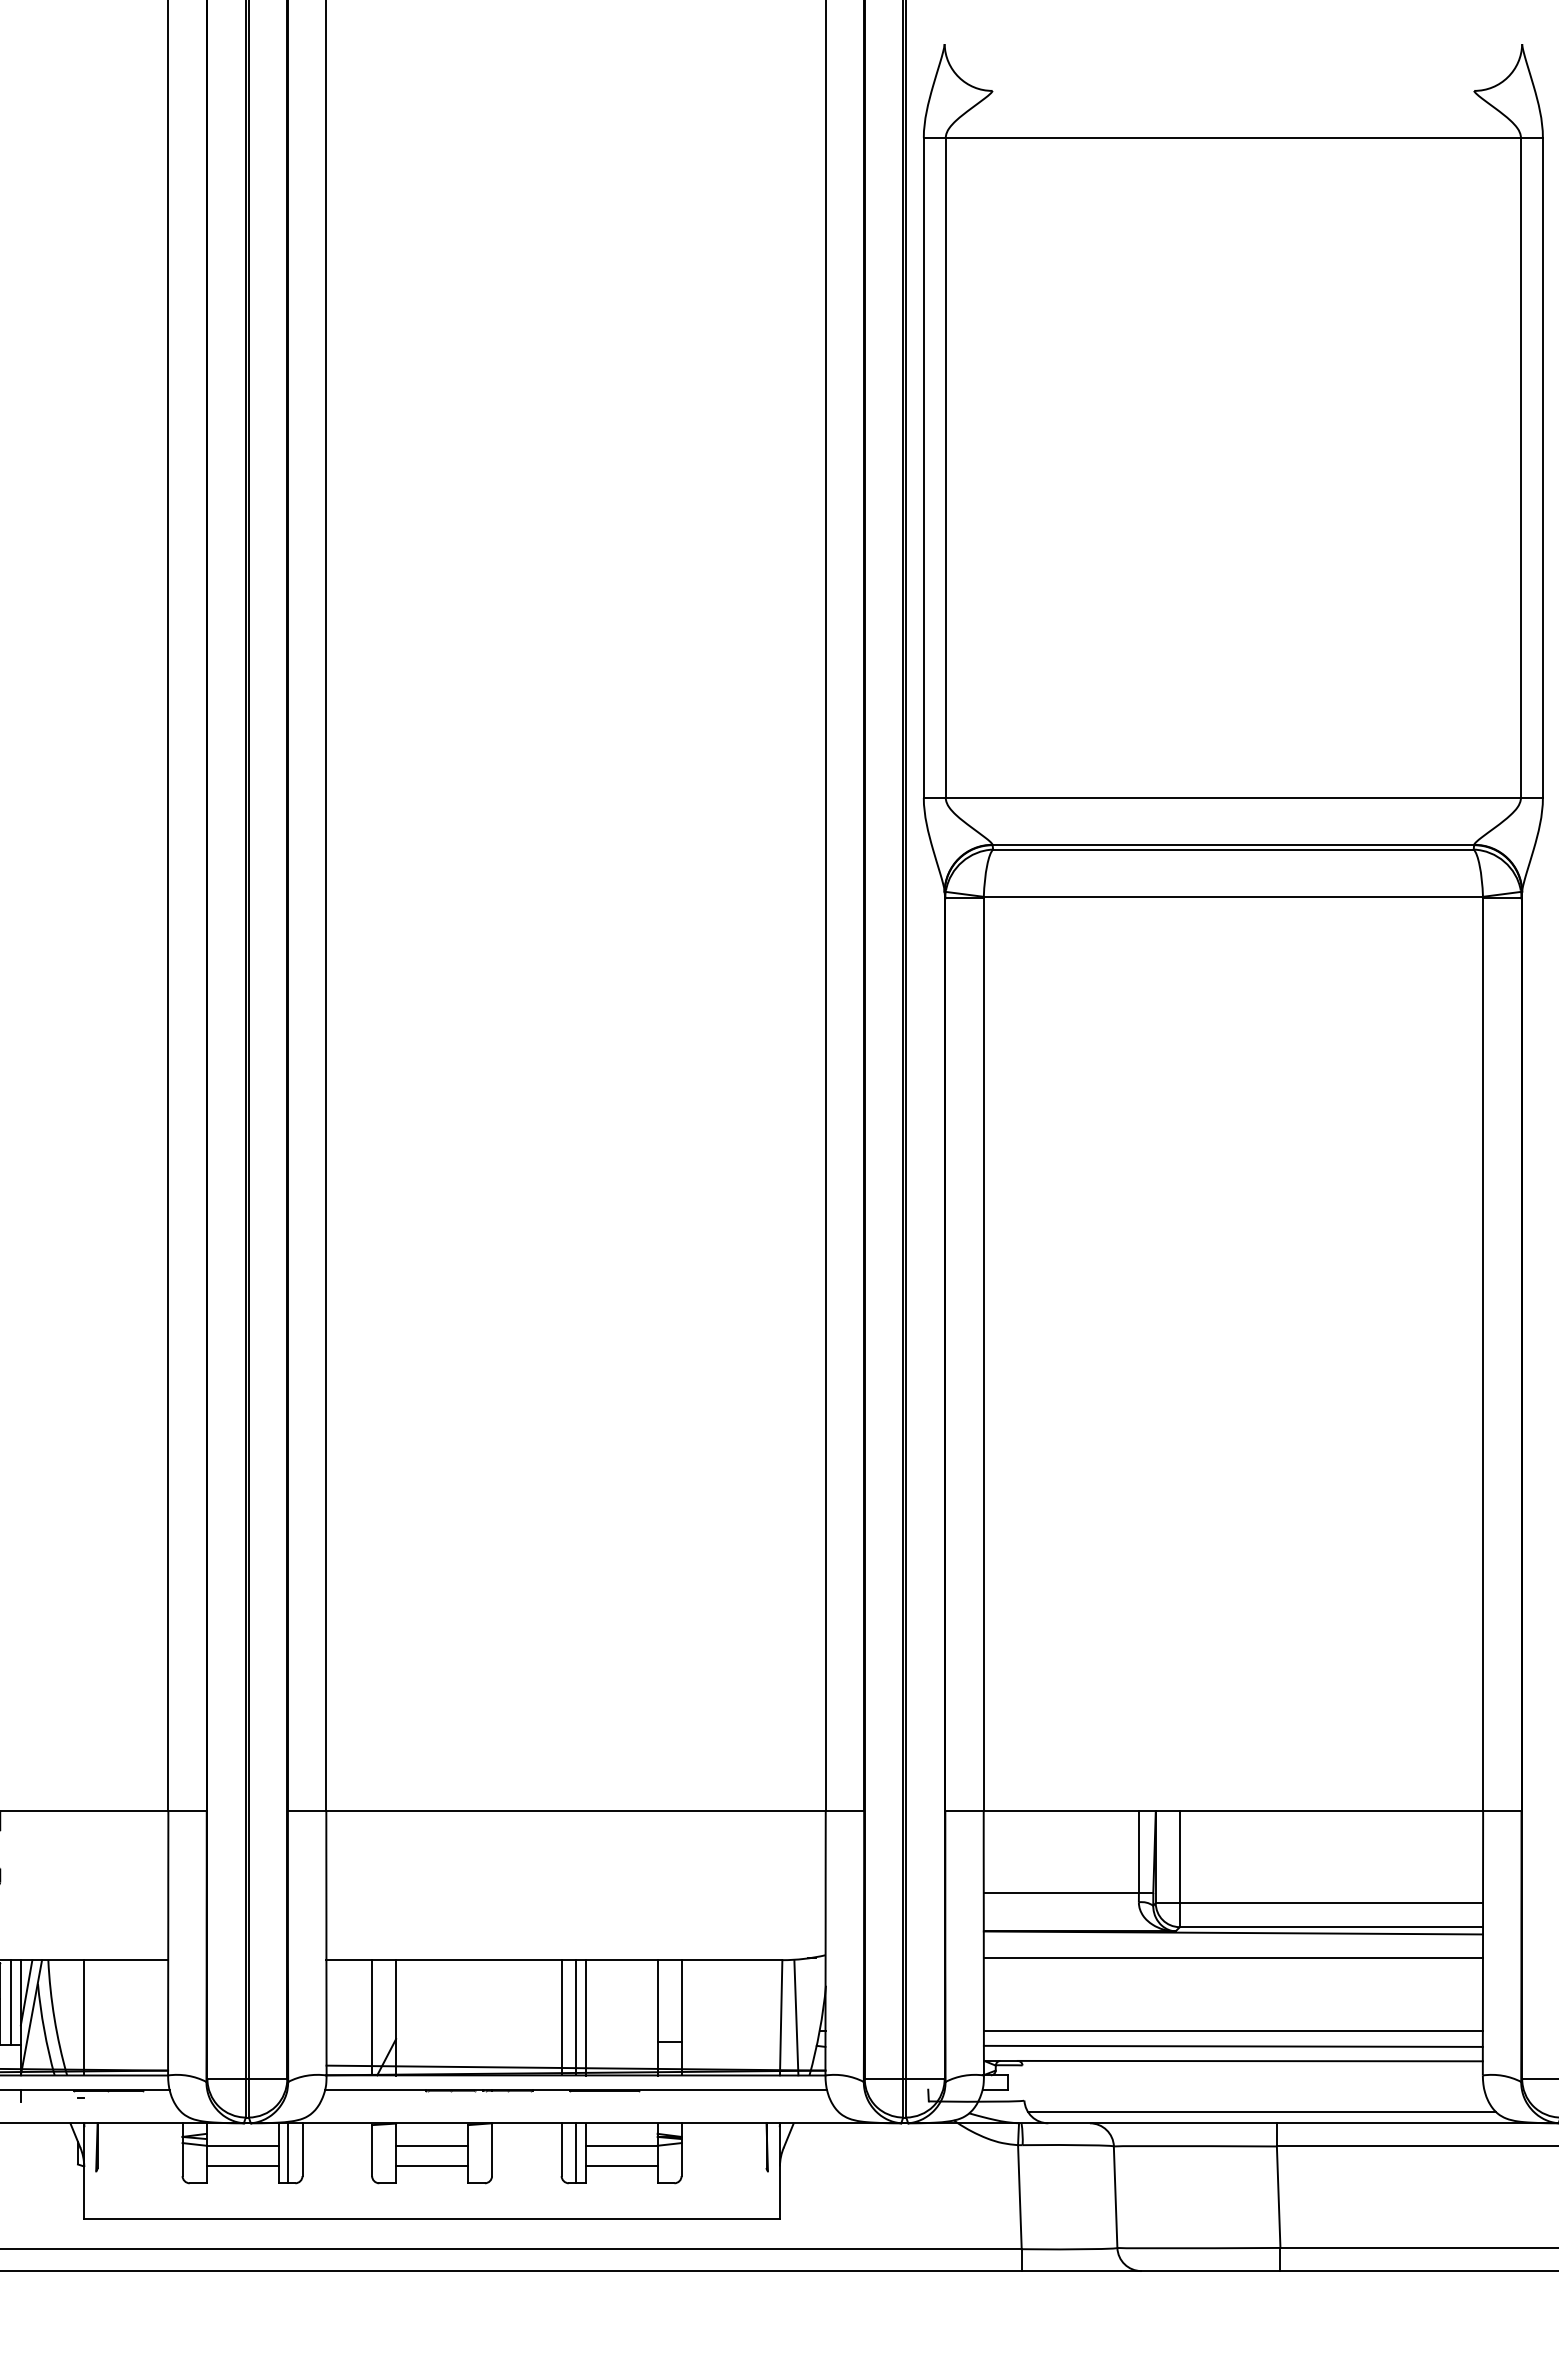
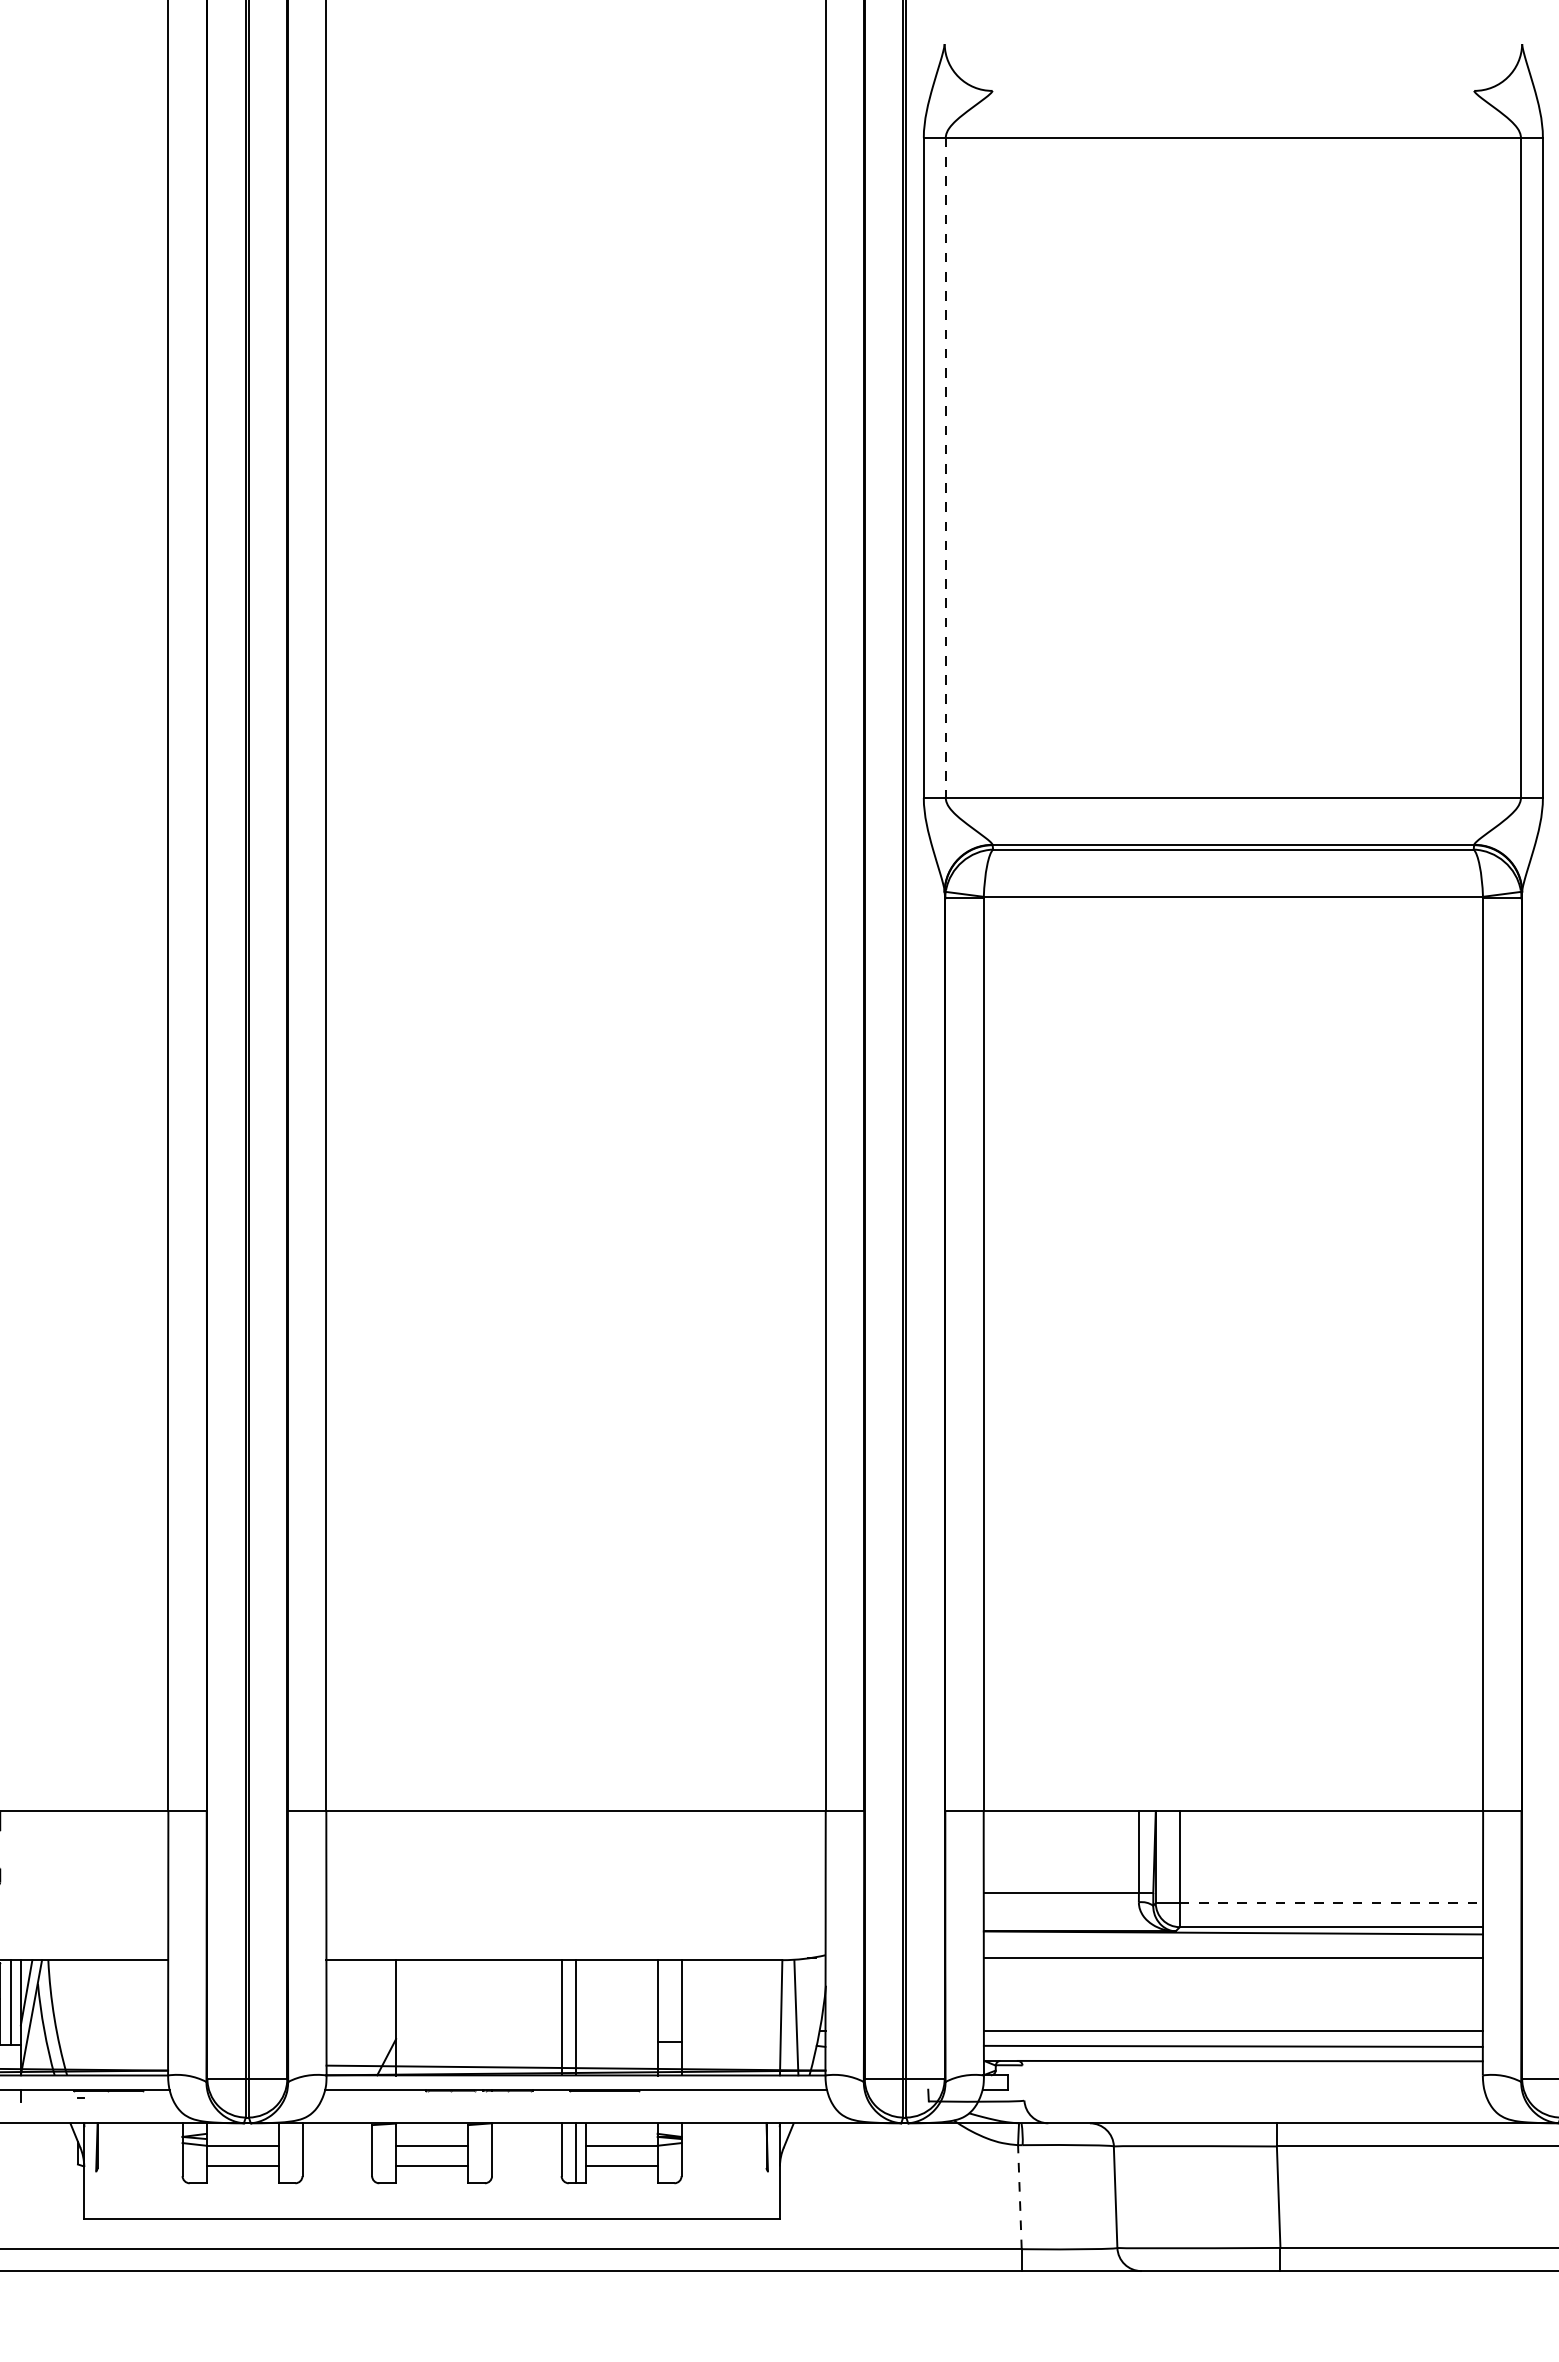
line at (945, 468): solid -> dashed
line at (1331, 1903): solid -> dashed
line at (84, 2017): present -> none
line at (372, 2017): present -> none
line at (585, 2017): present -> none
line at (1261, 2111): present -> none
line at (288, 2153): present -> none
line at (1019, 2196): solid -> dashed
